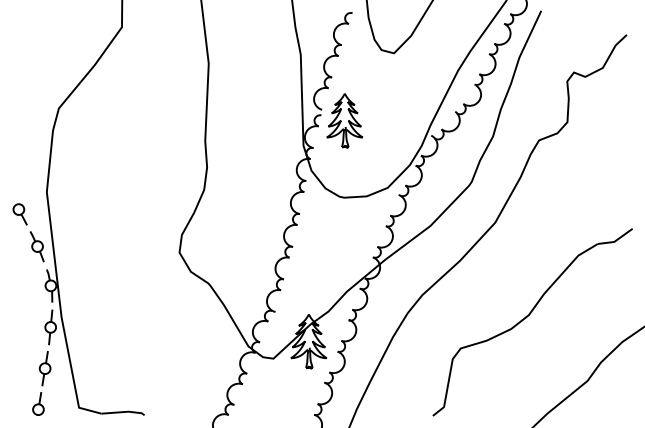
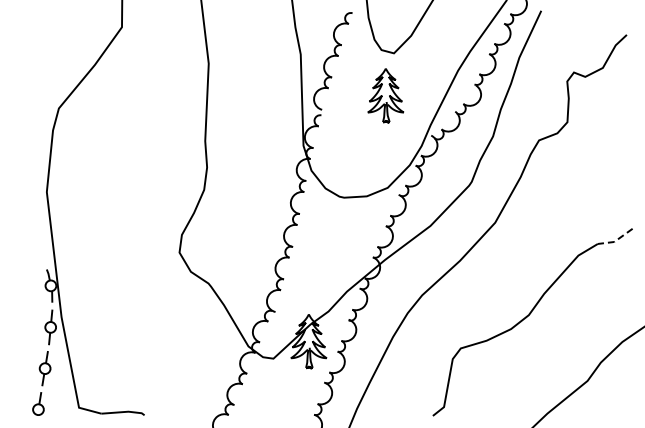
part at (344, 120) position: (344, 120) -> (385, 95)
part at (28, 232): present -> none
line at (615, 240): solid -> dashed
